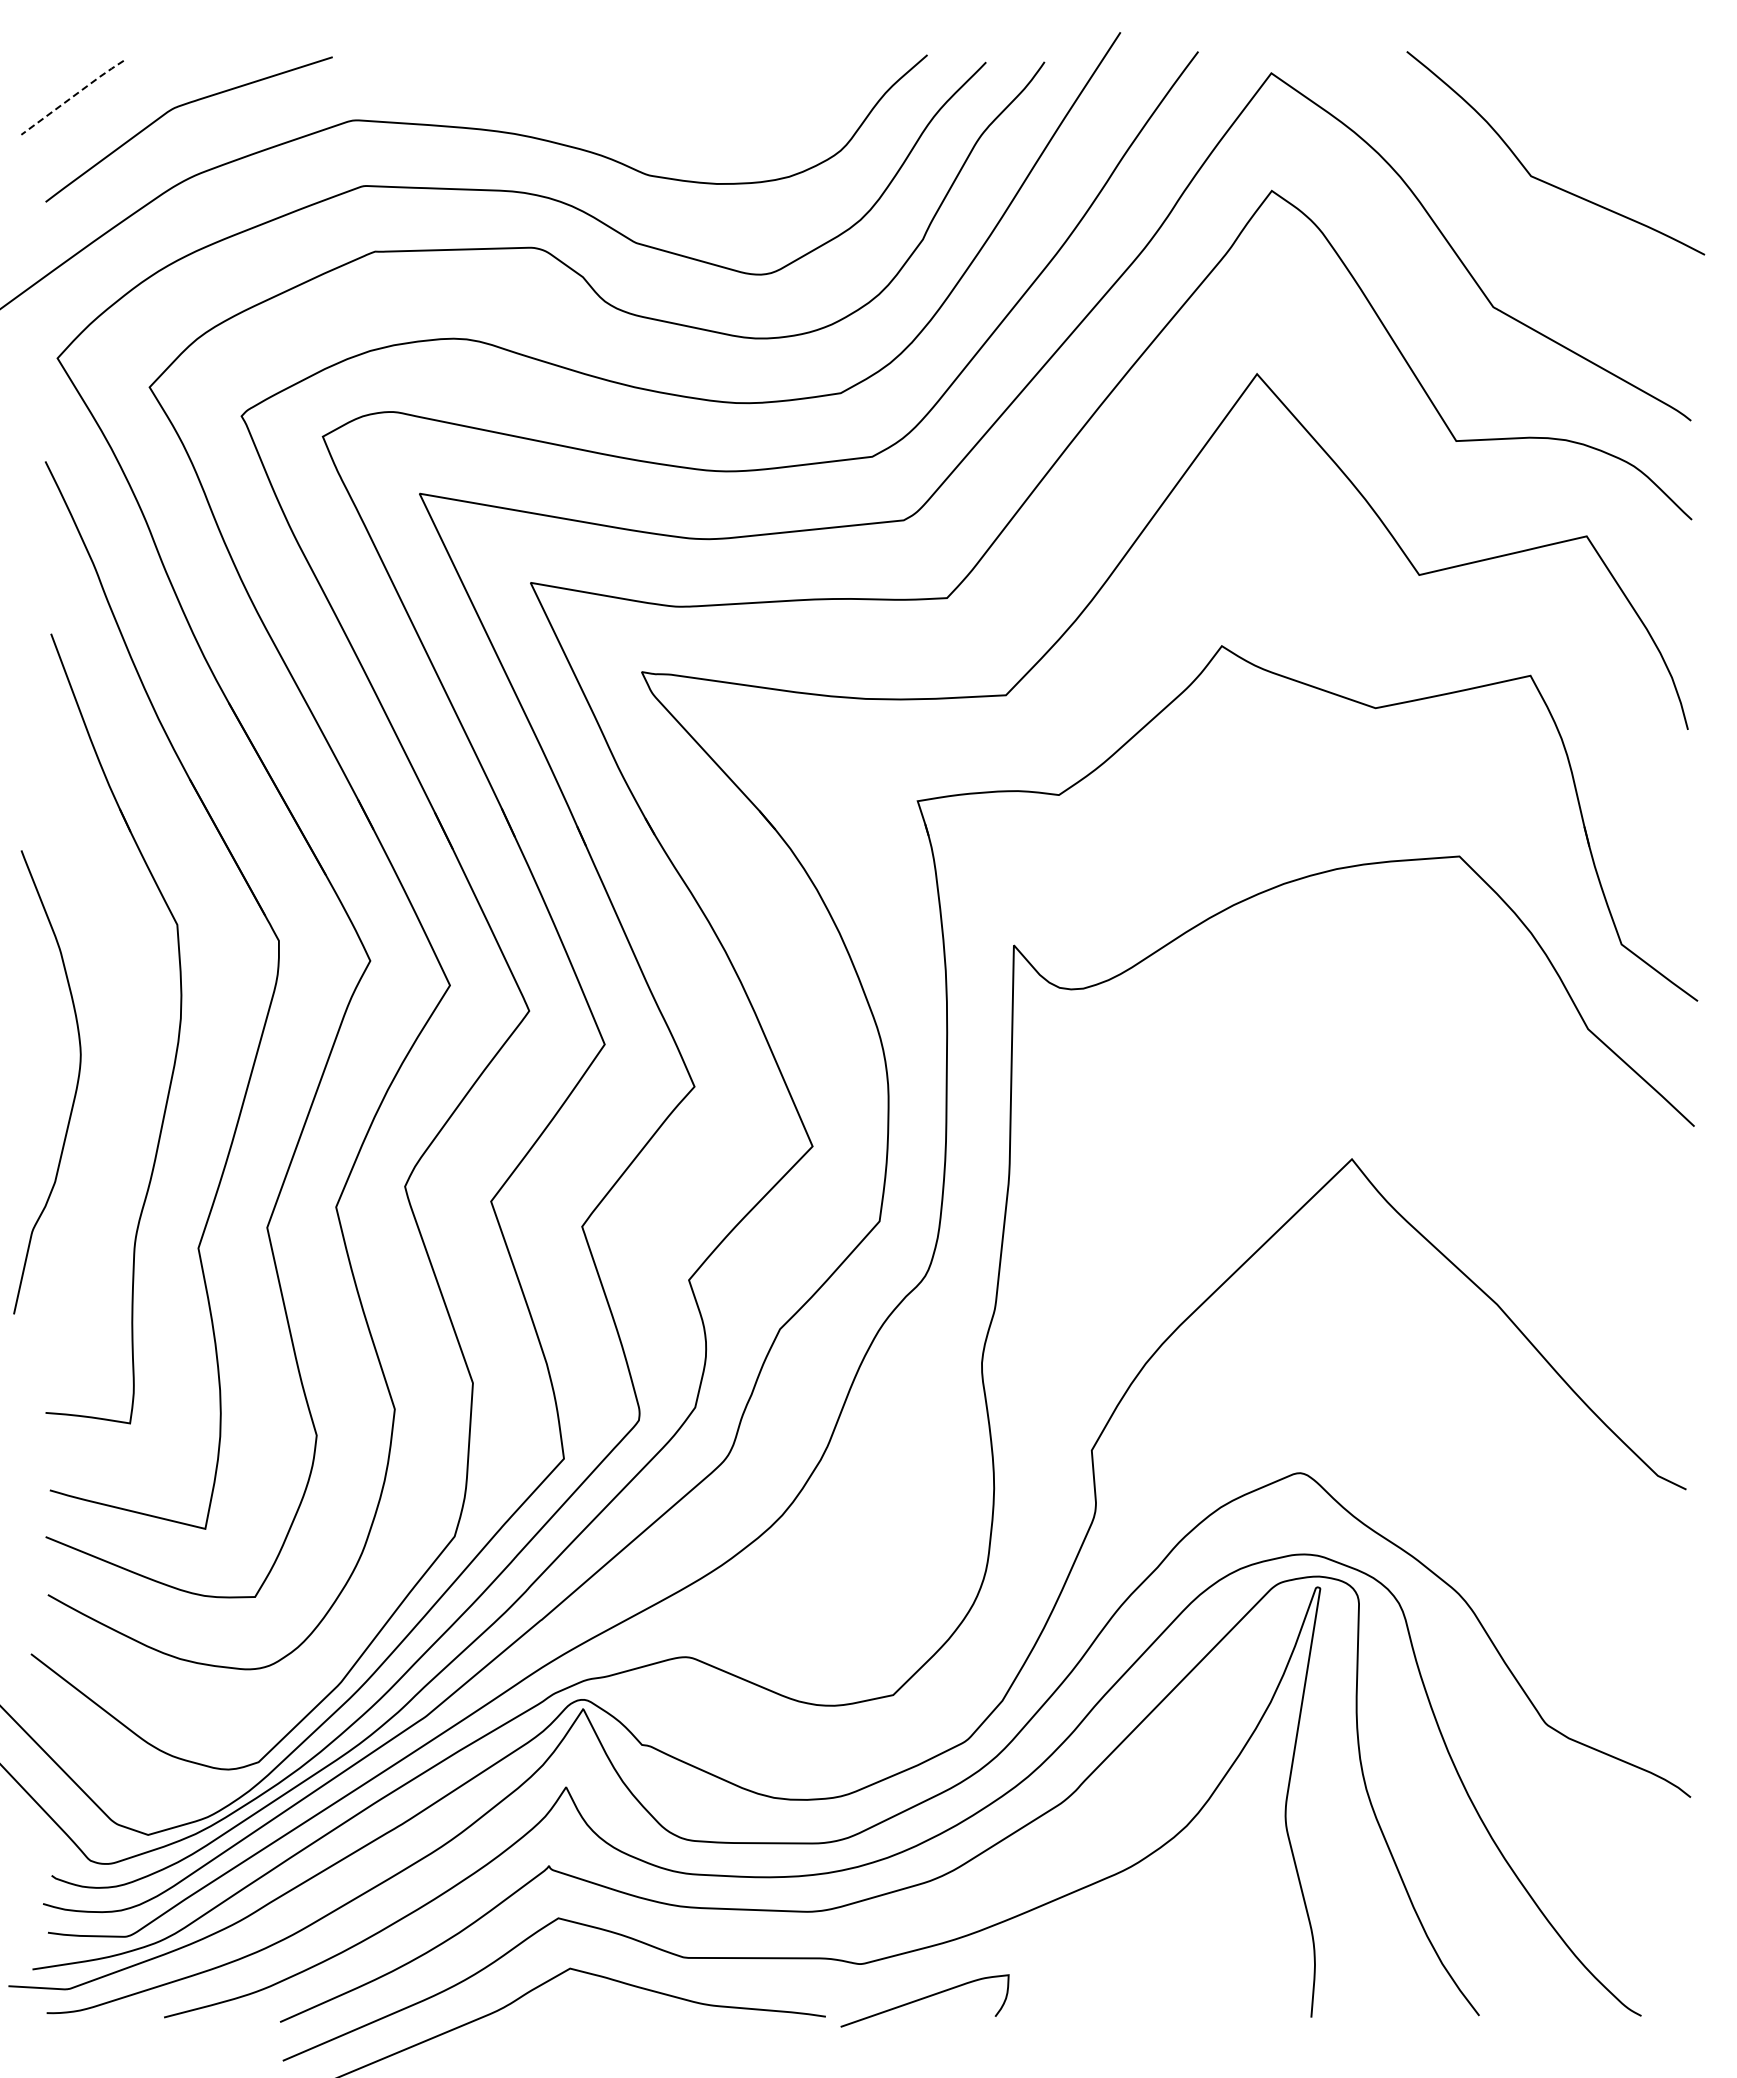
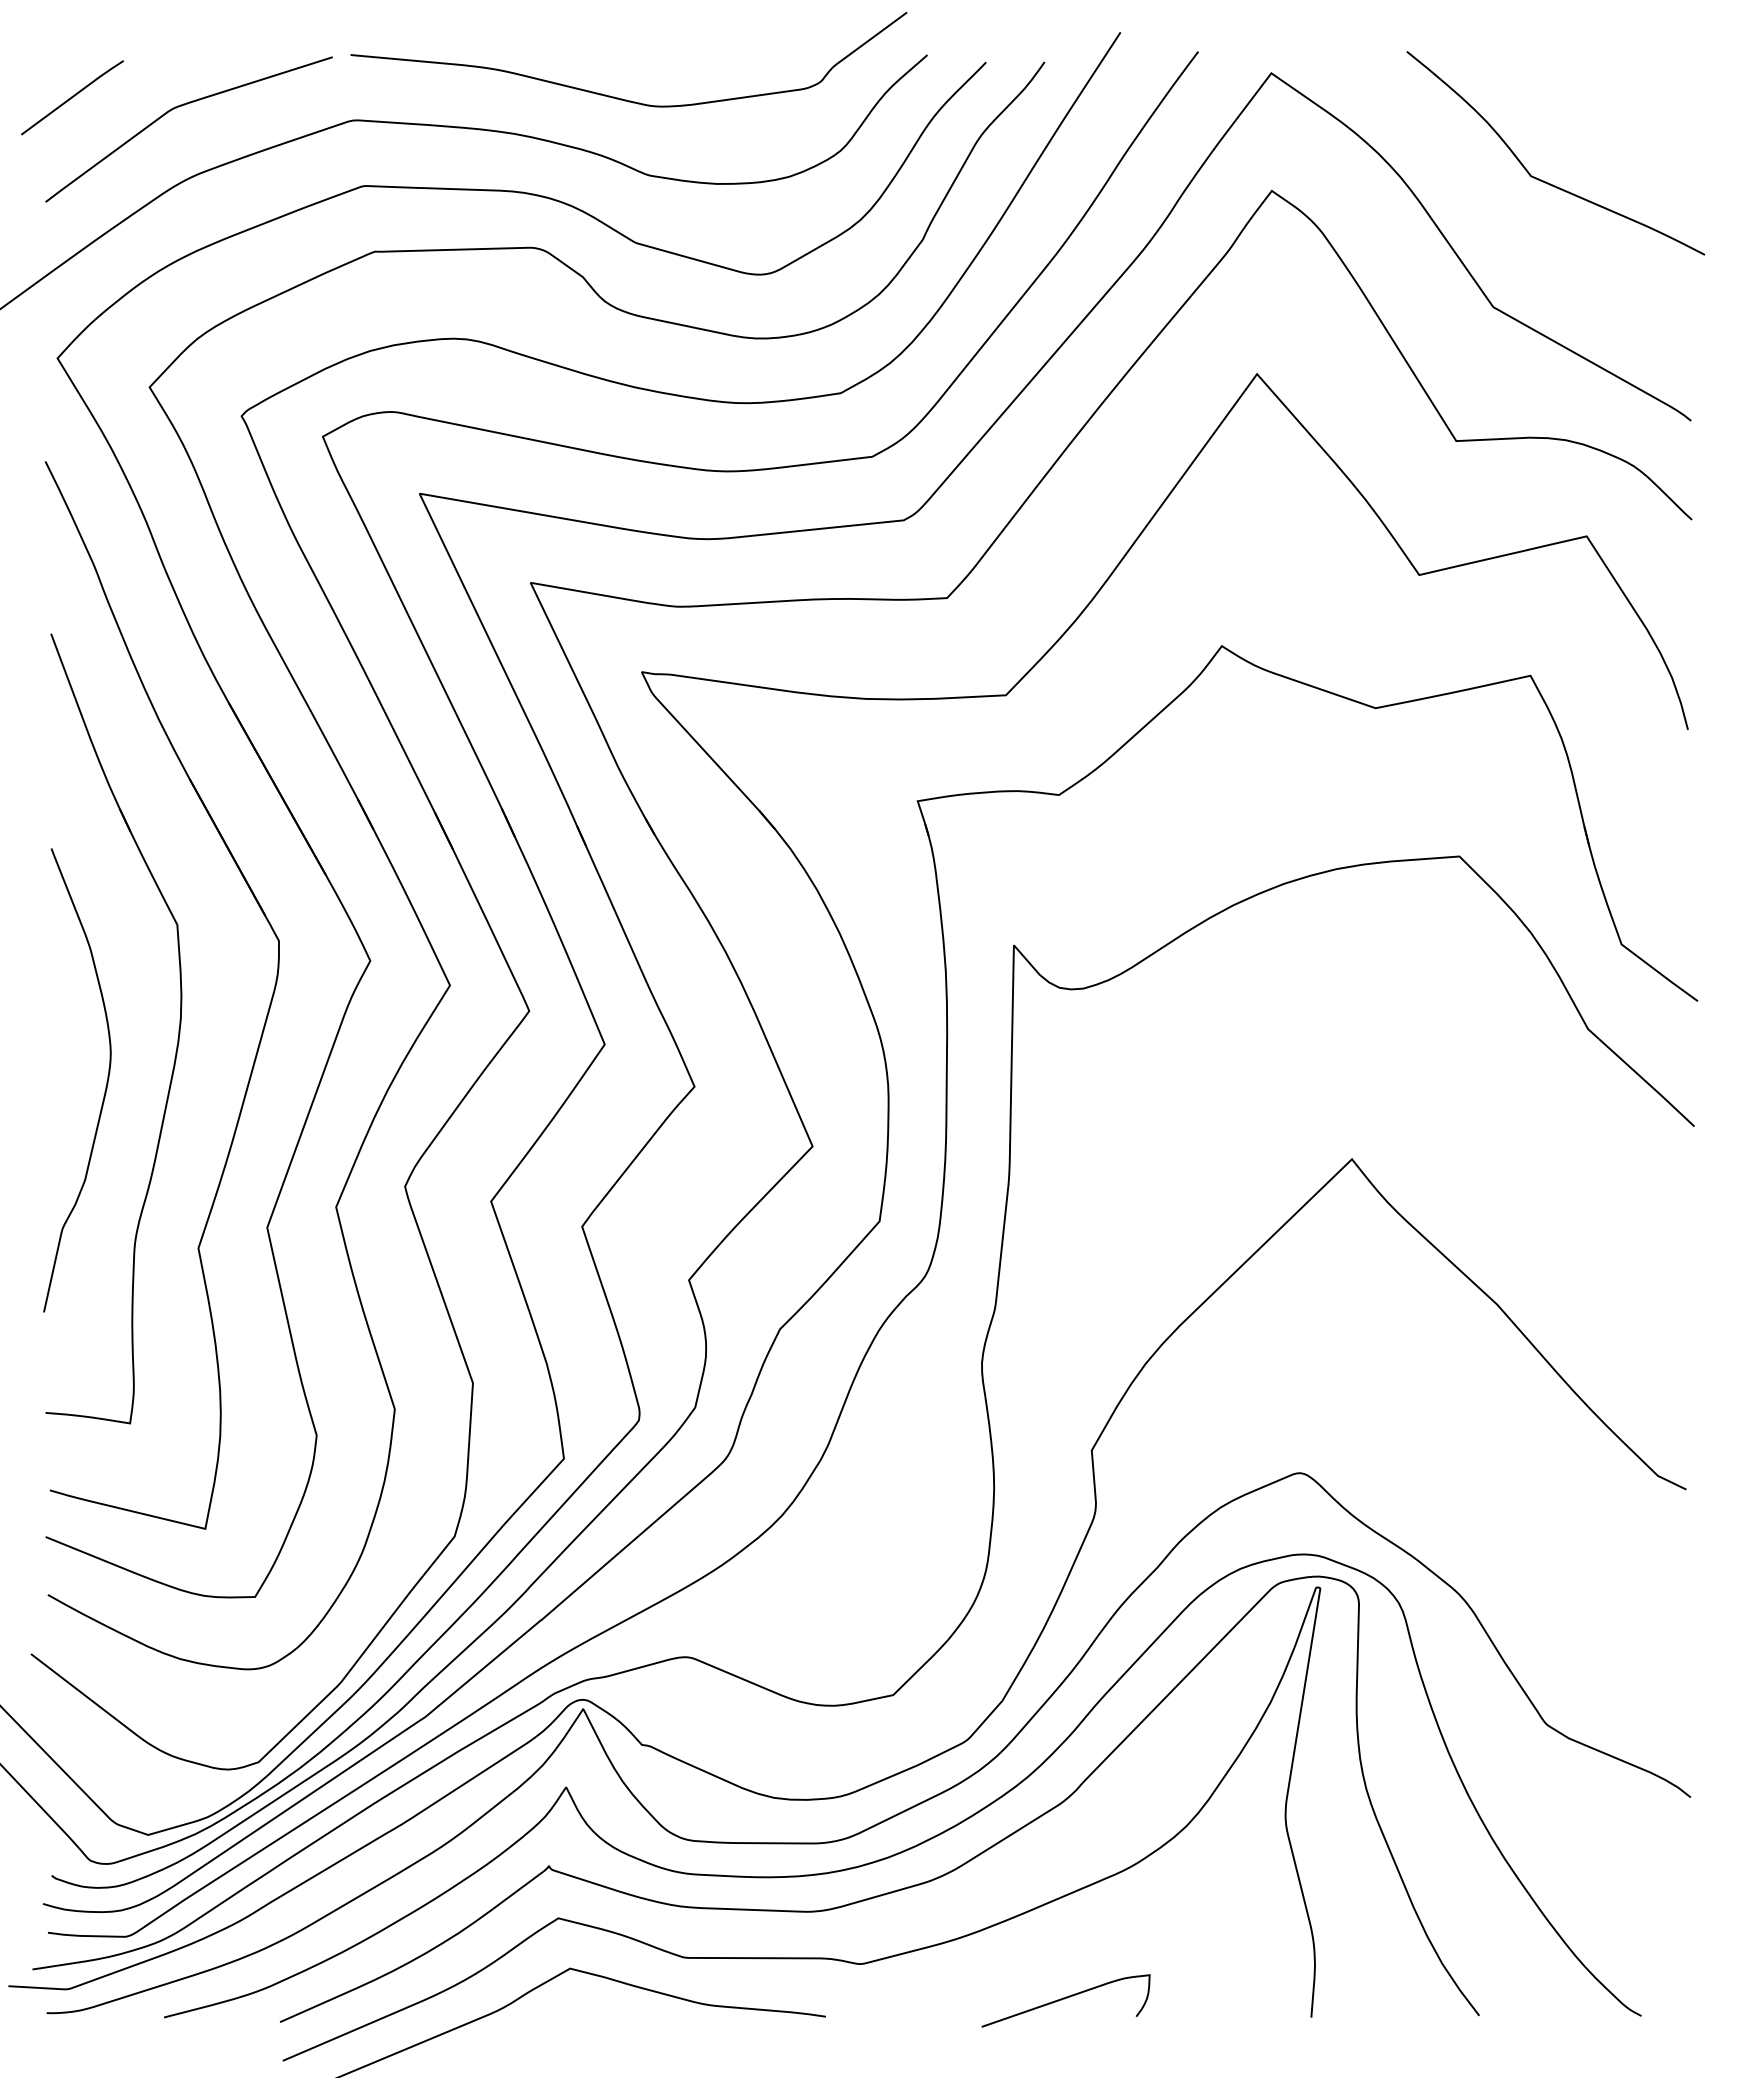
line at (73, 96): dashed -> solid
curve at (618, 97): none -> present
curve at (75, 1088) position: (75, 1088) -> (105, 1086)
curve at (923, 1999) position: (923, 1999) -> (1064, 1999)
